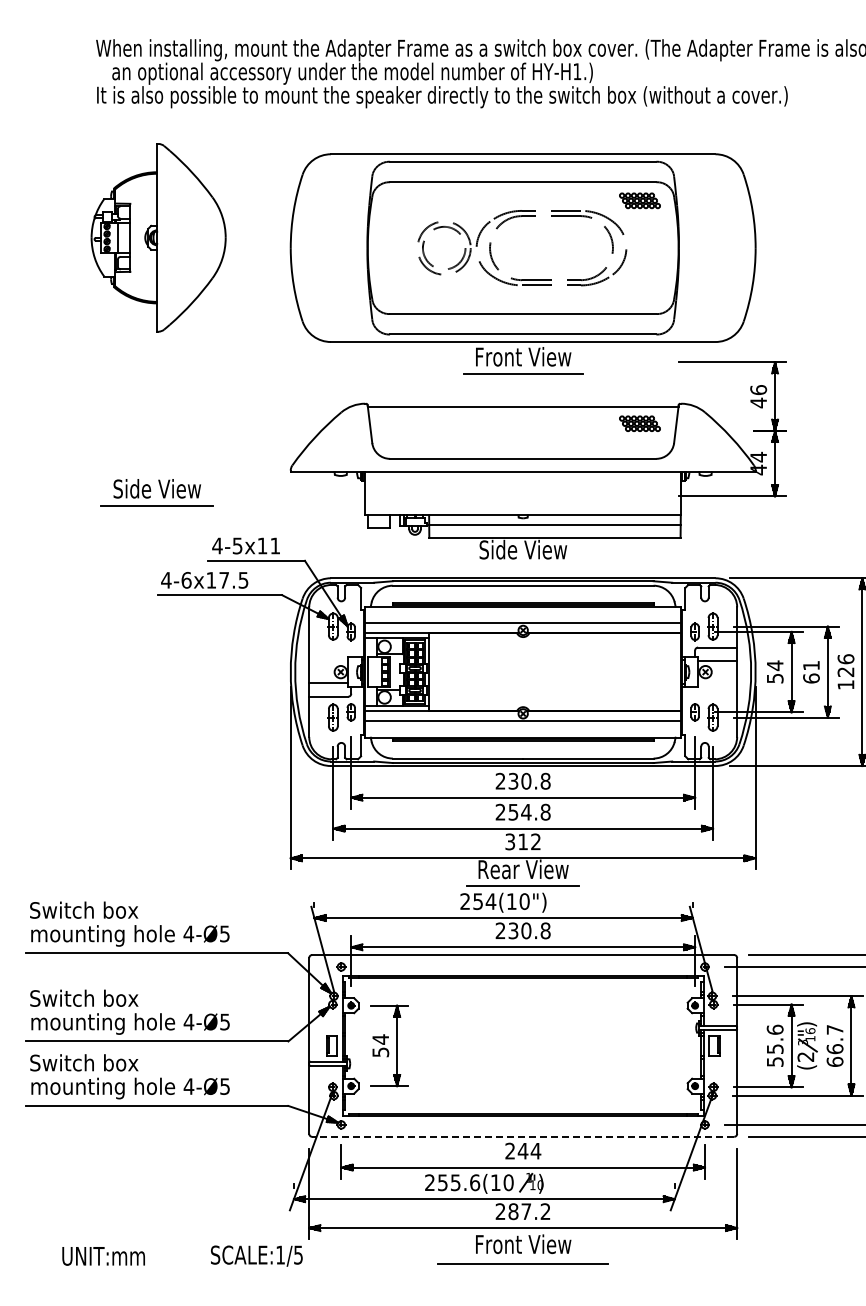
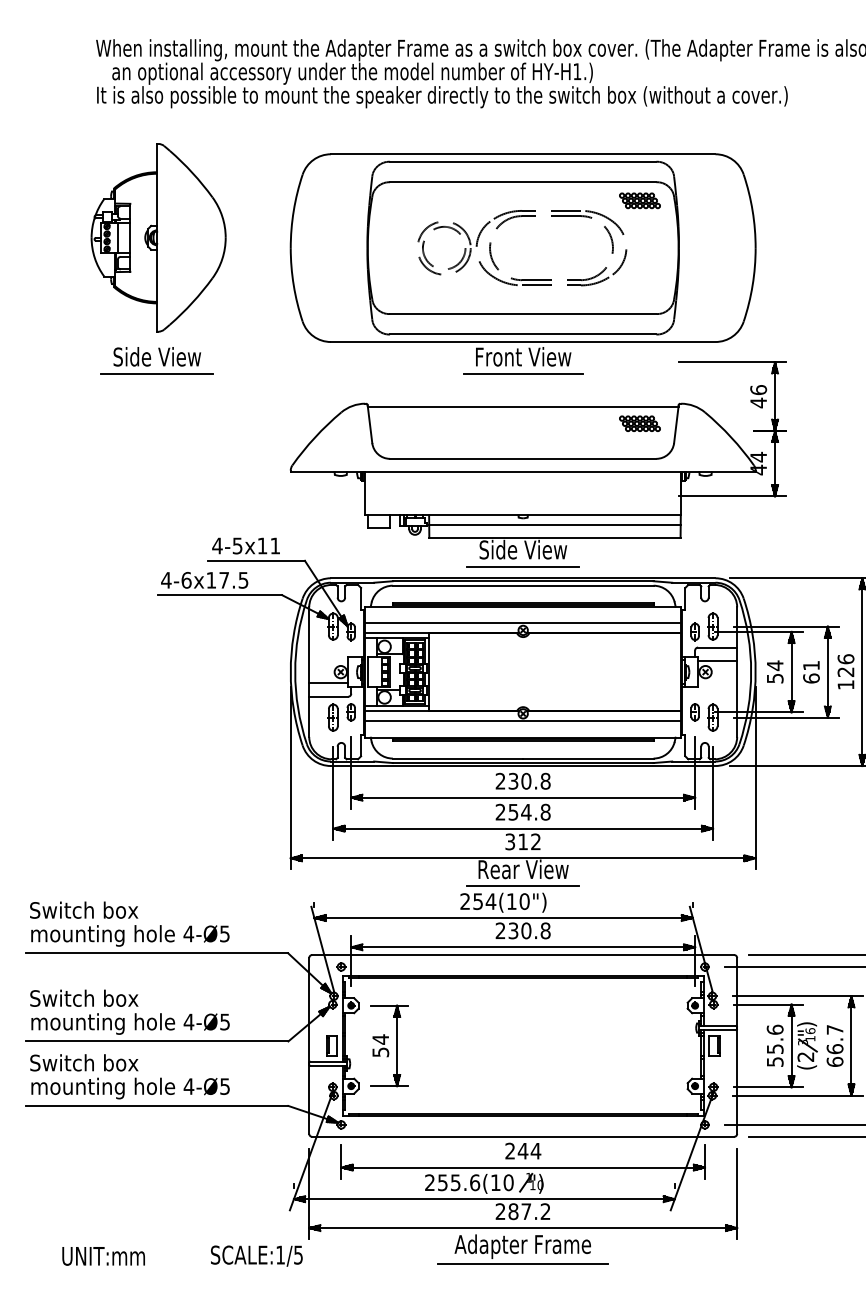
part at (156, 492) position: (156, 492) -> (156, 360)
line at (523, 566): none -> present
line at (523, 1136): dashed -> solid
text at (522, 1246): Front View -> Adapter Frame
